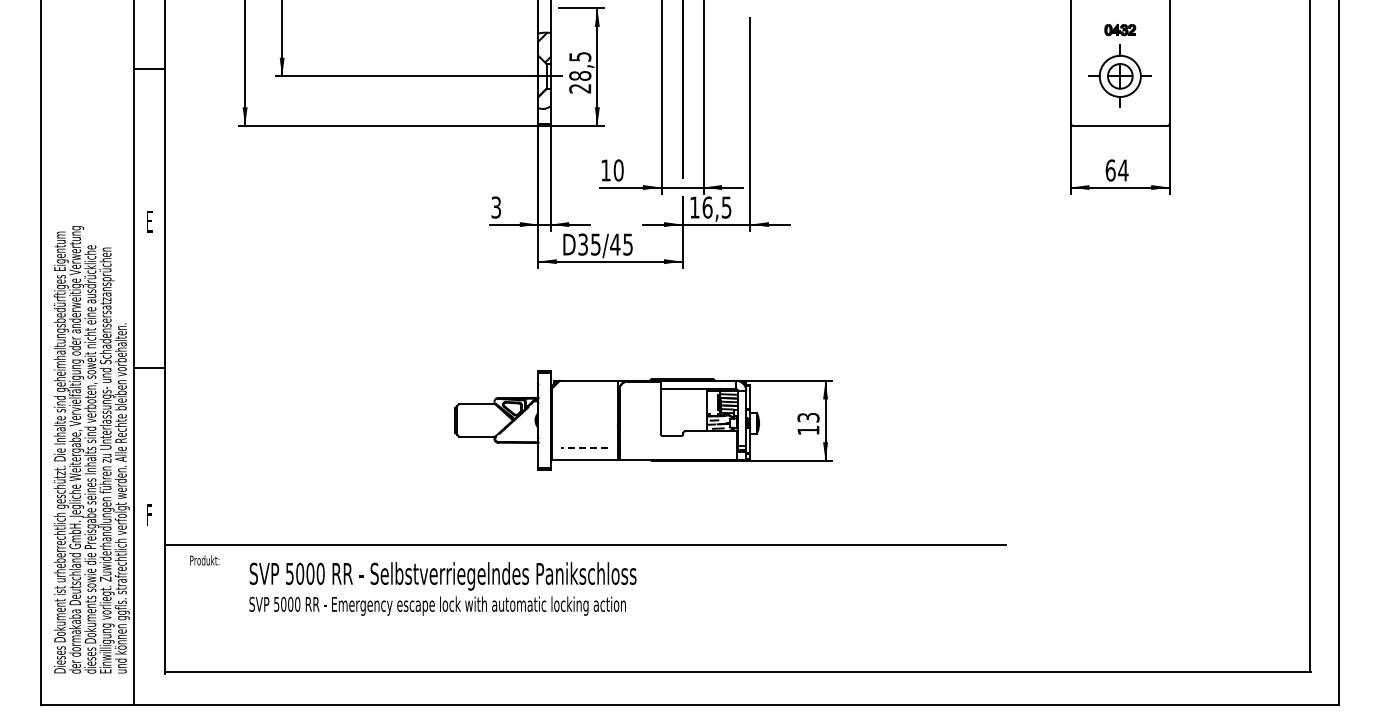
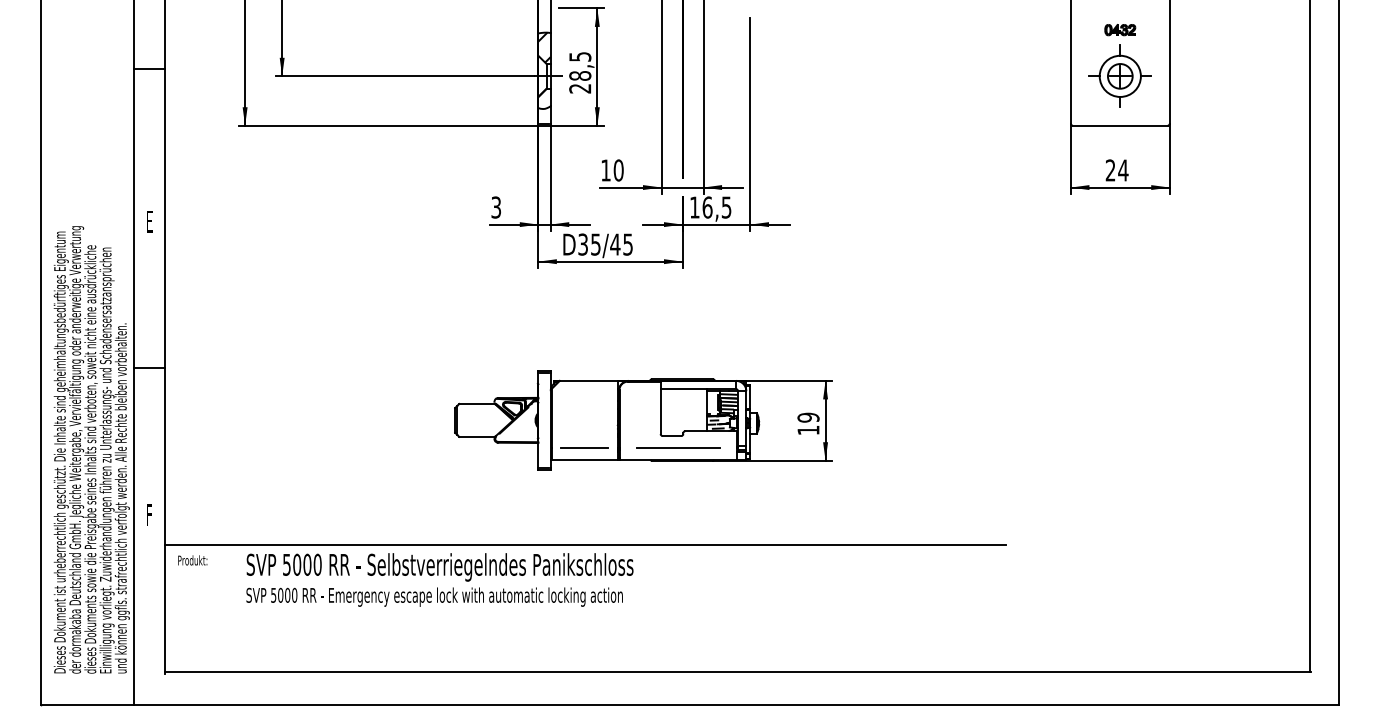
text at (1110, 170): 64 -> 24
text at (808, 417): 13 -> 19
line at (584, 448): dashed -> solid
line at (678, 448): none -> present
text at (204, 560) position: (204, 560) -> (192, 560)
text at (442, 588) position: (442, 588) -> (439, 579)
